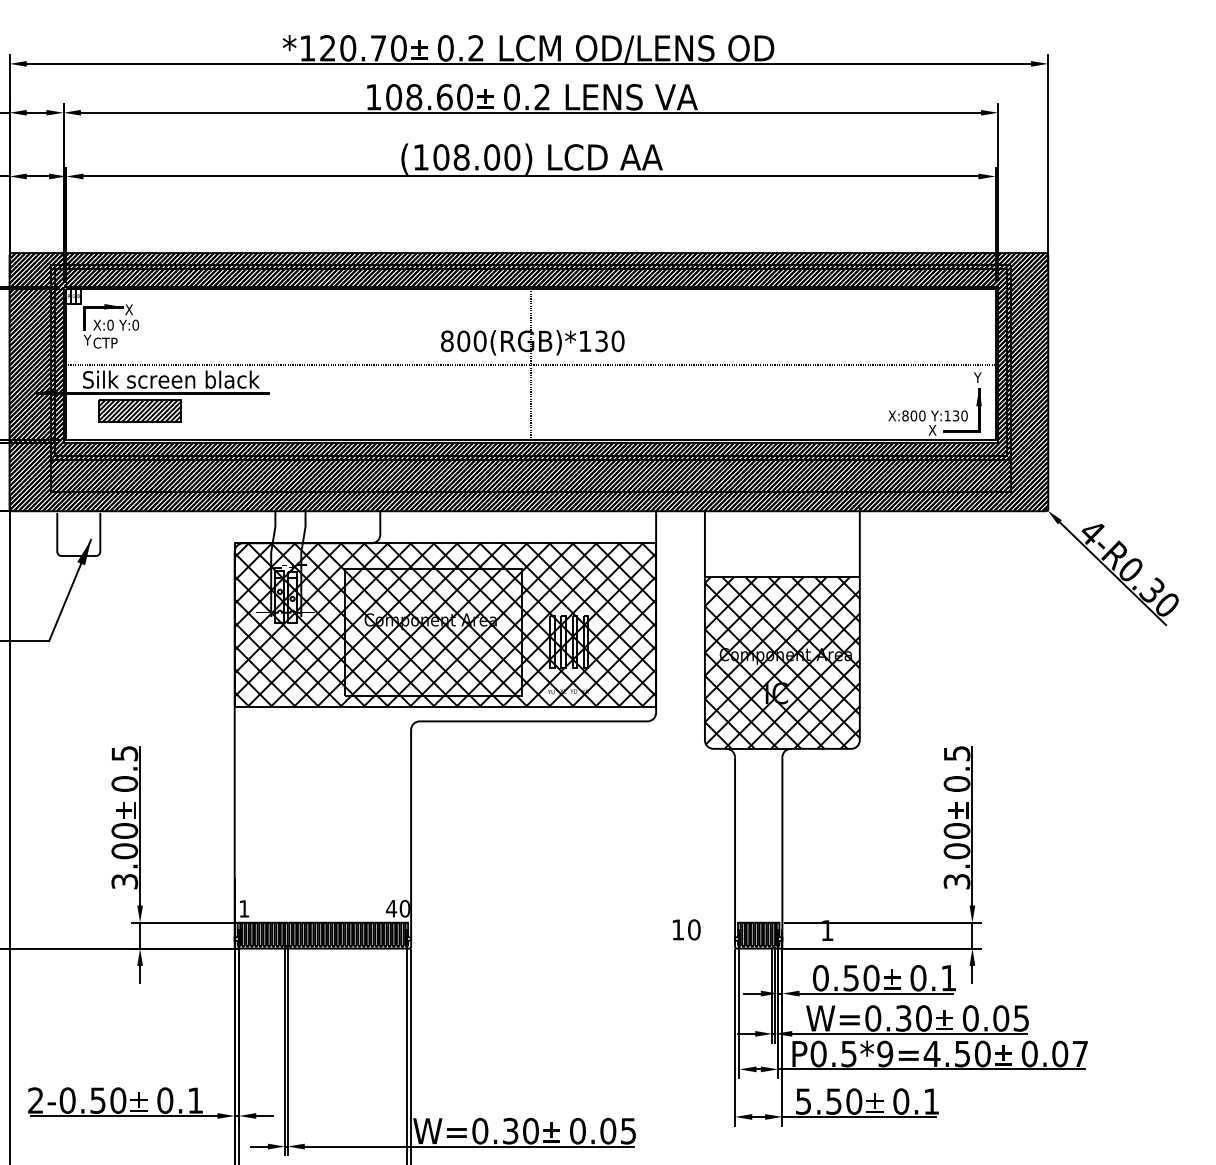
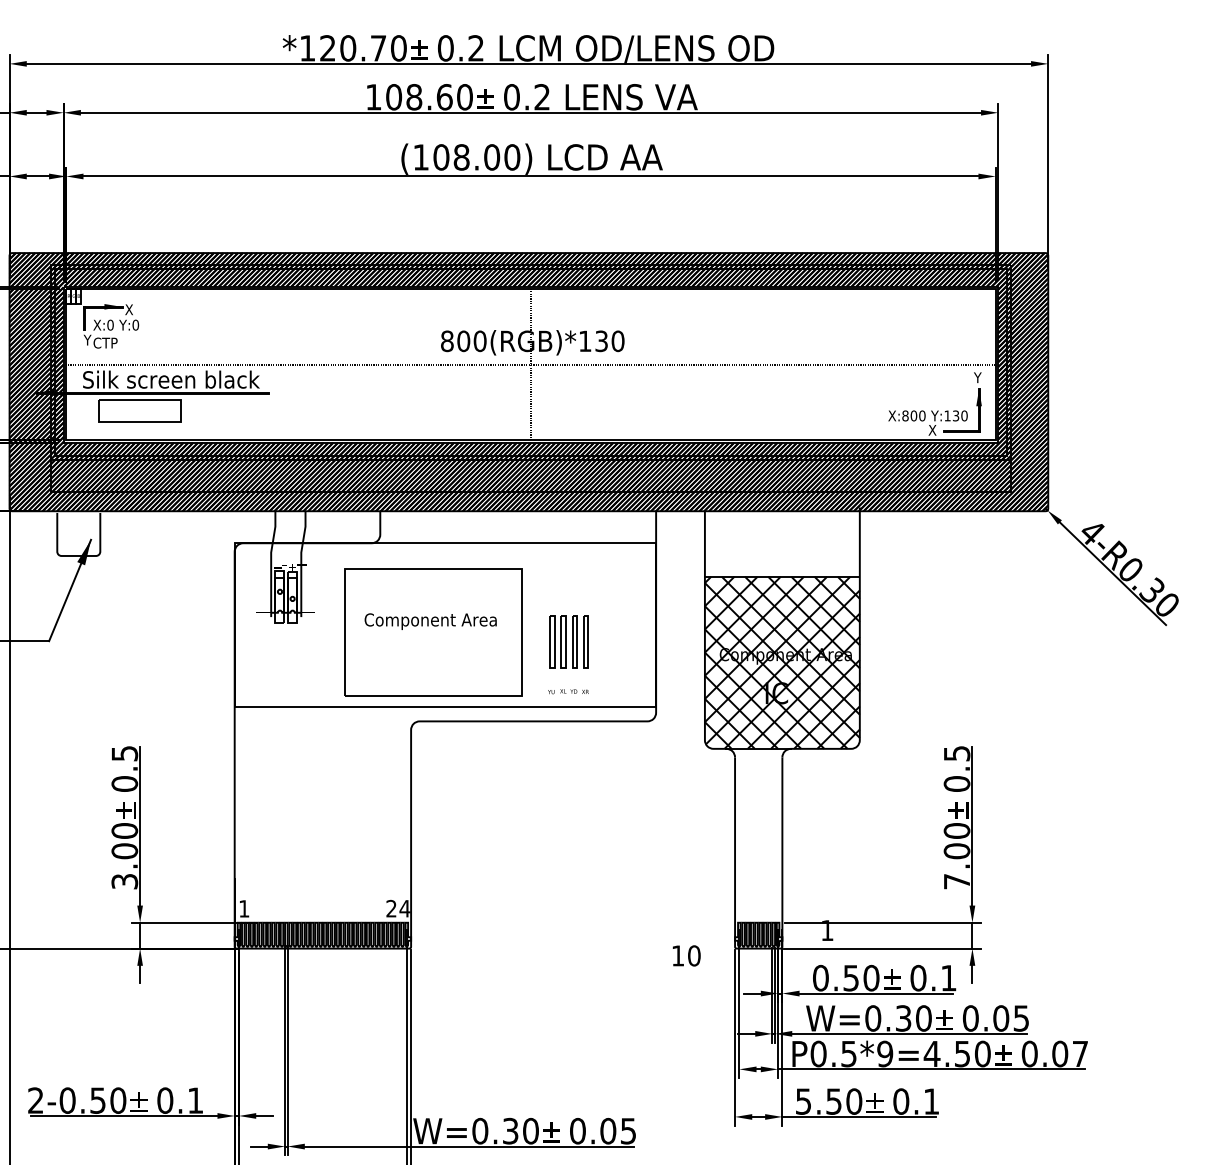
hatch at (139, 411): present -> none
hatch at (445, 624): present -> none
text at (956, 881): 3.00 -> 7.00
text at (397, 908): 40 -> 24
text at (686, 929) position: (686, 929) -> (686, 955)
